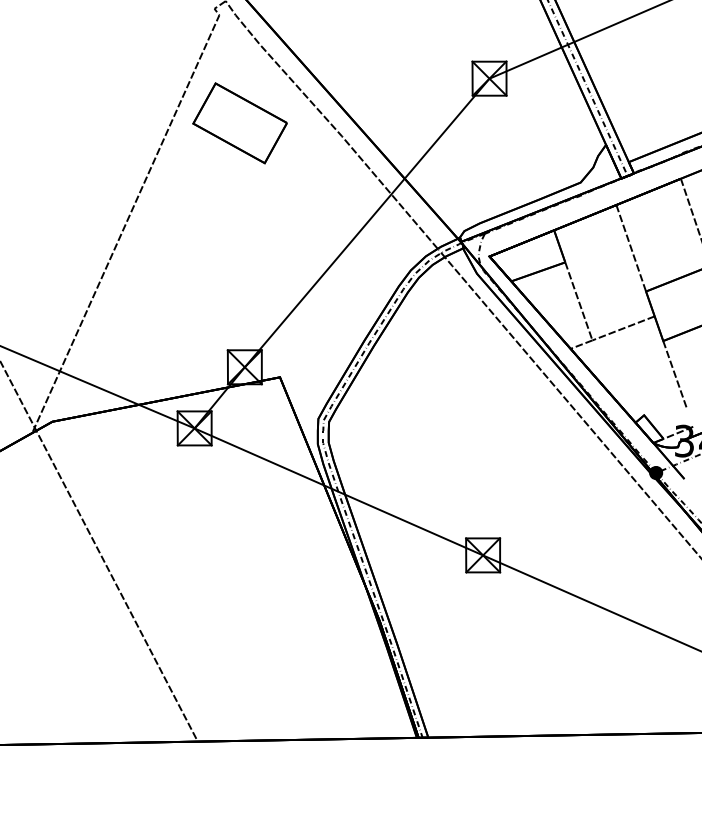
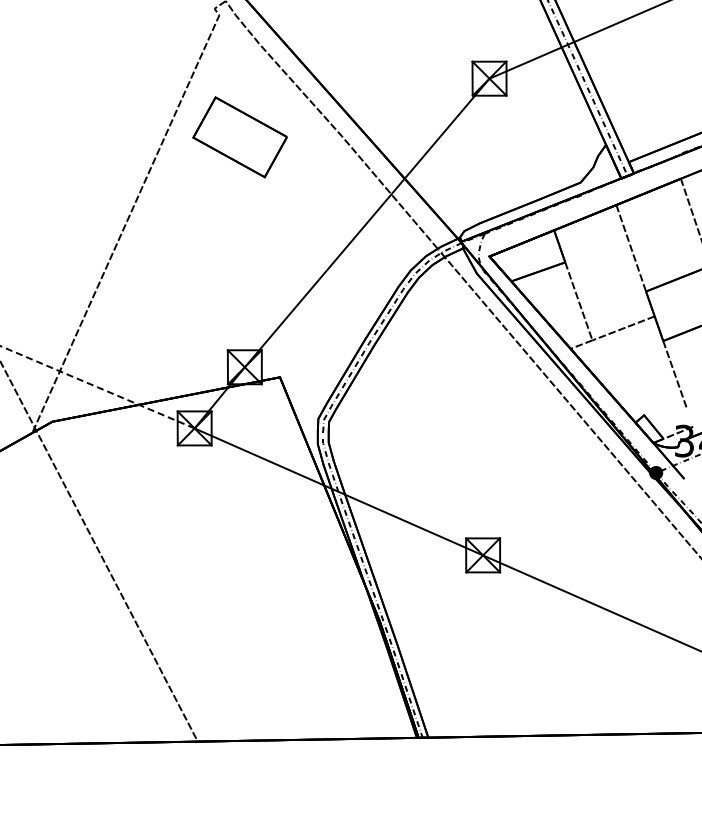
part at (239, 123) position: (239, 123) -> (239, 137)
line at (97, 387): solid -> dashed
